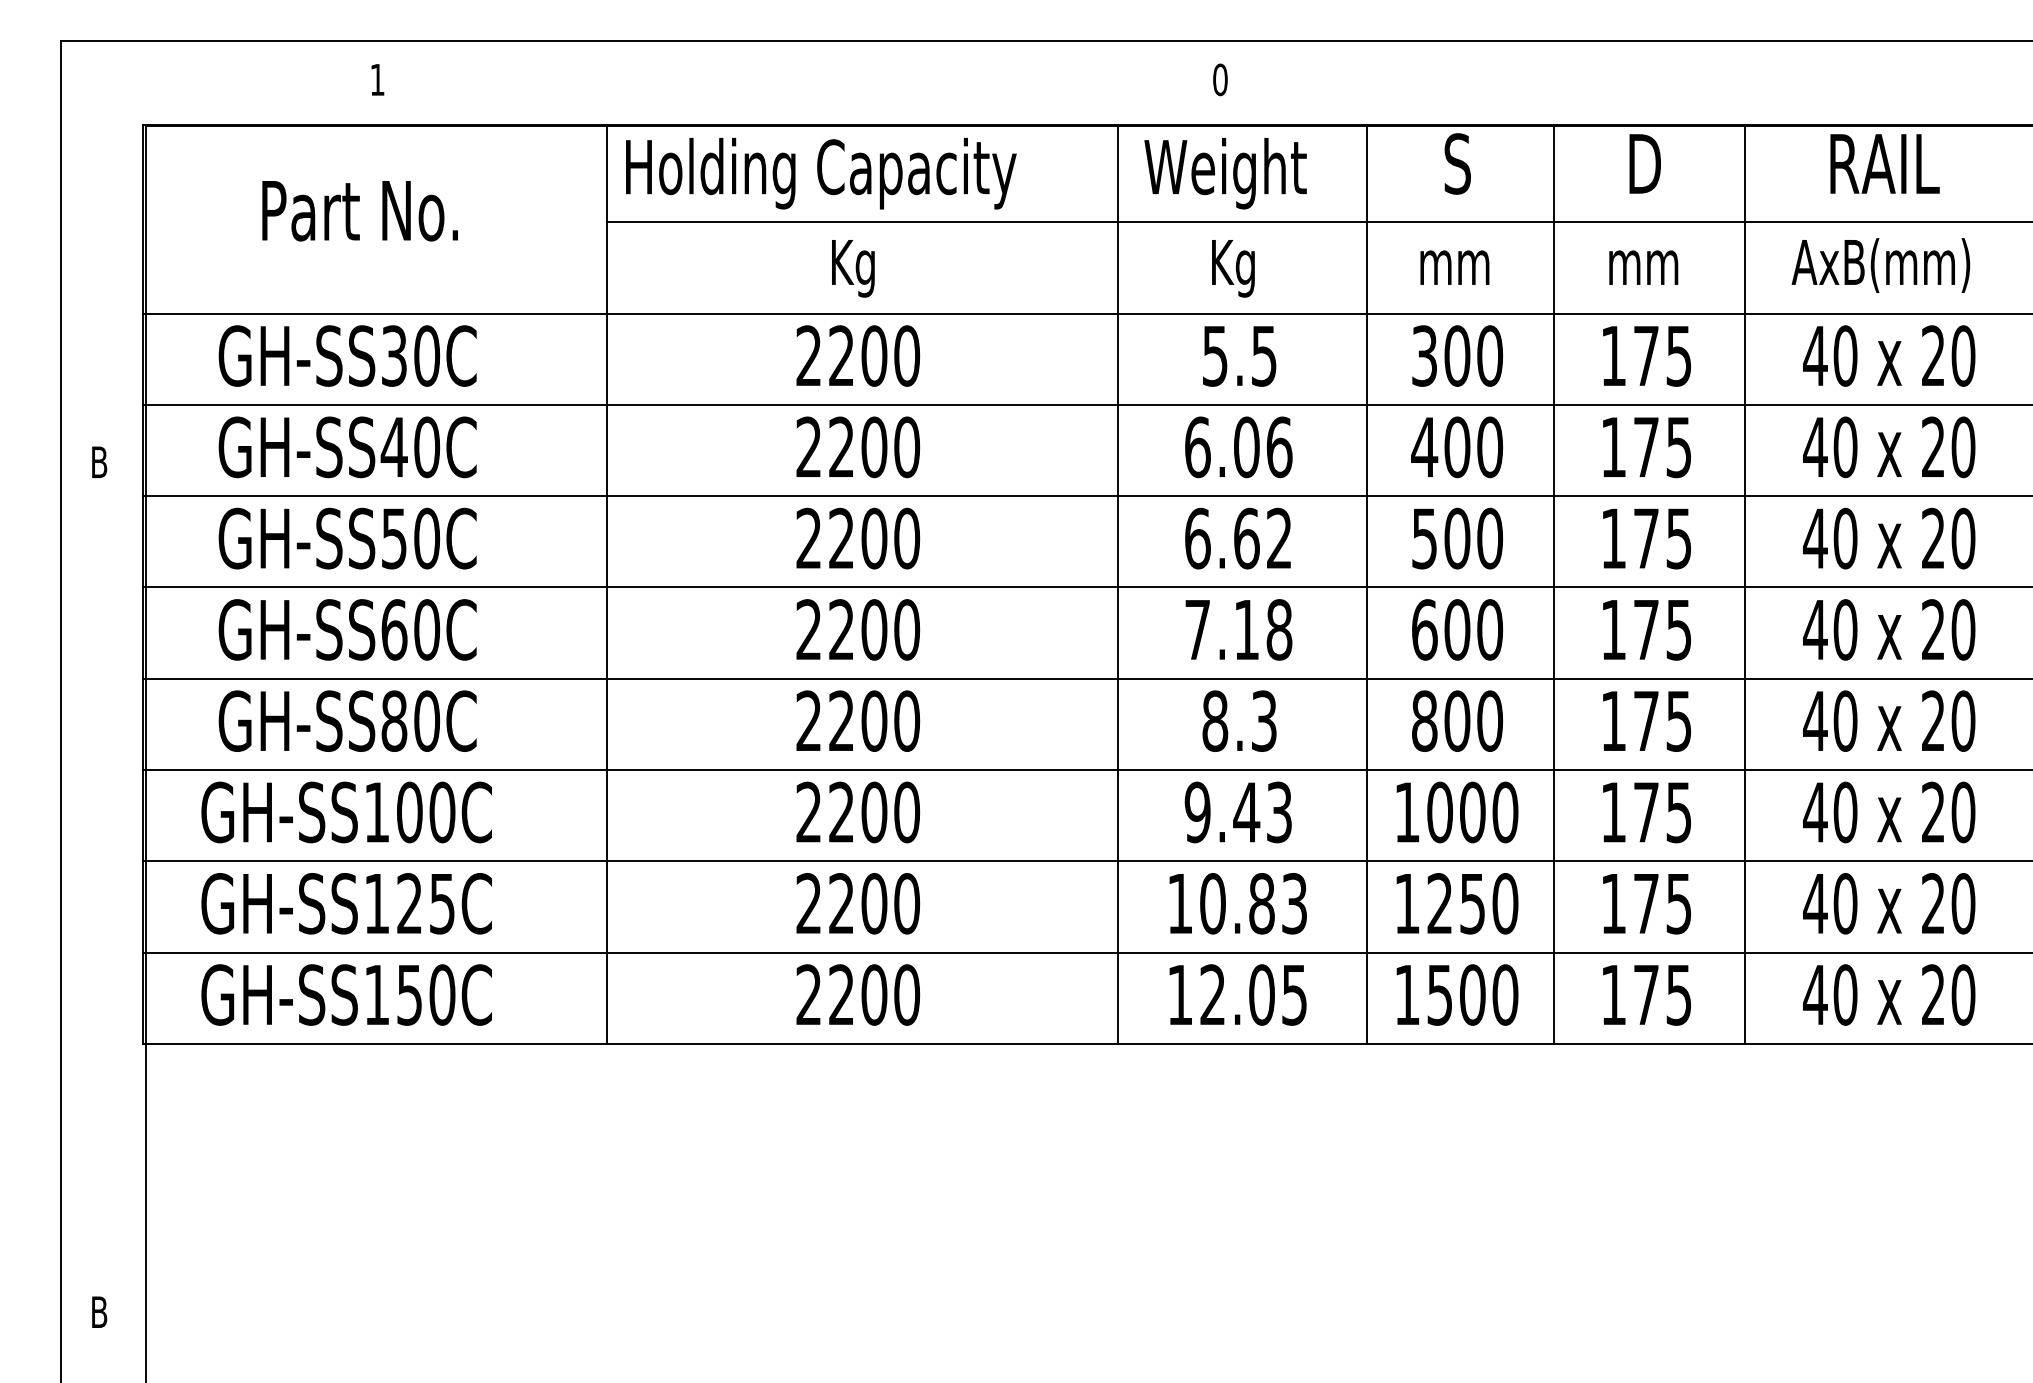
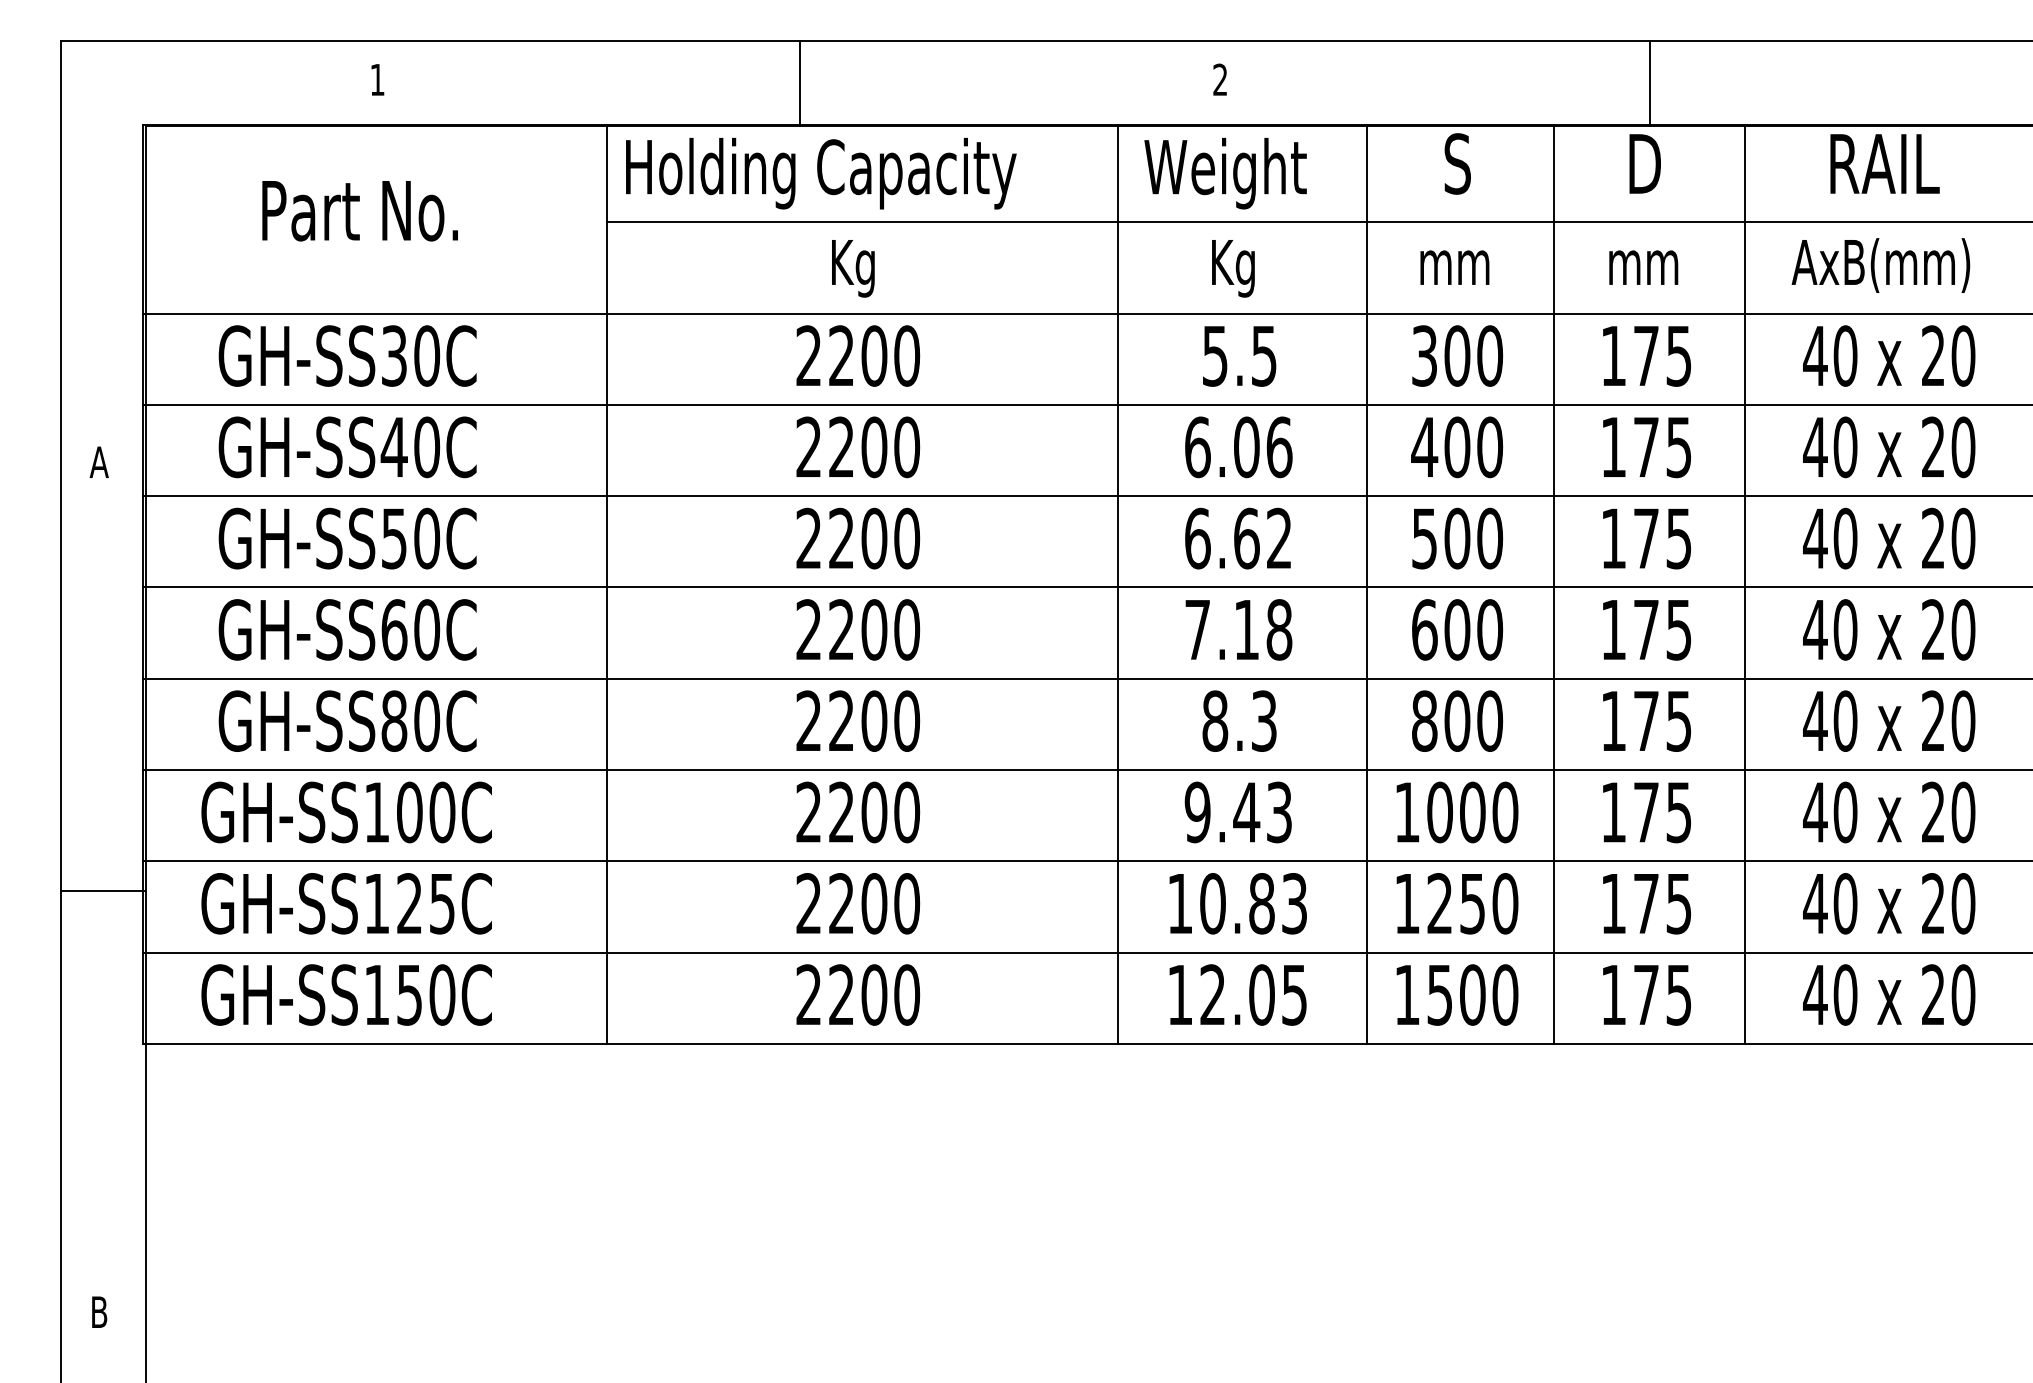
text at (1220, 79): 0 -> 2
line at (800, 83): none -> present
line at (1650, 83): none -> present
text at (98, 461): B -> A
line at (102, 891): none -> present
